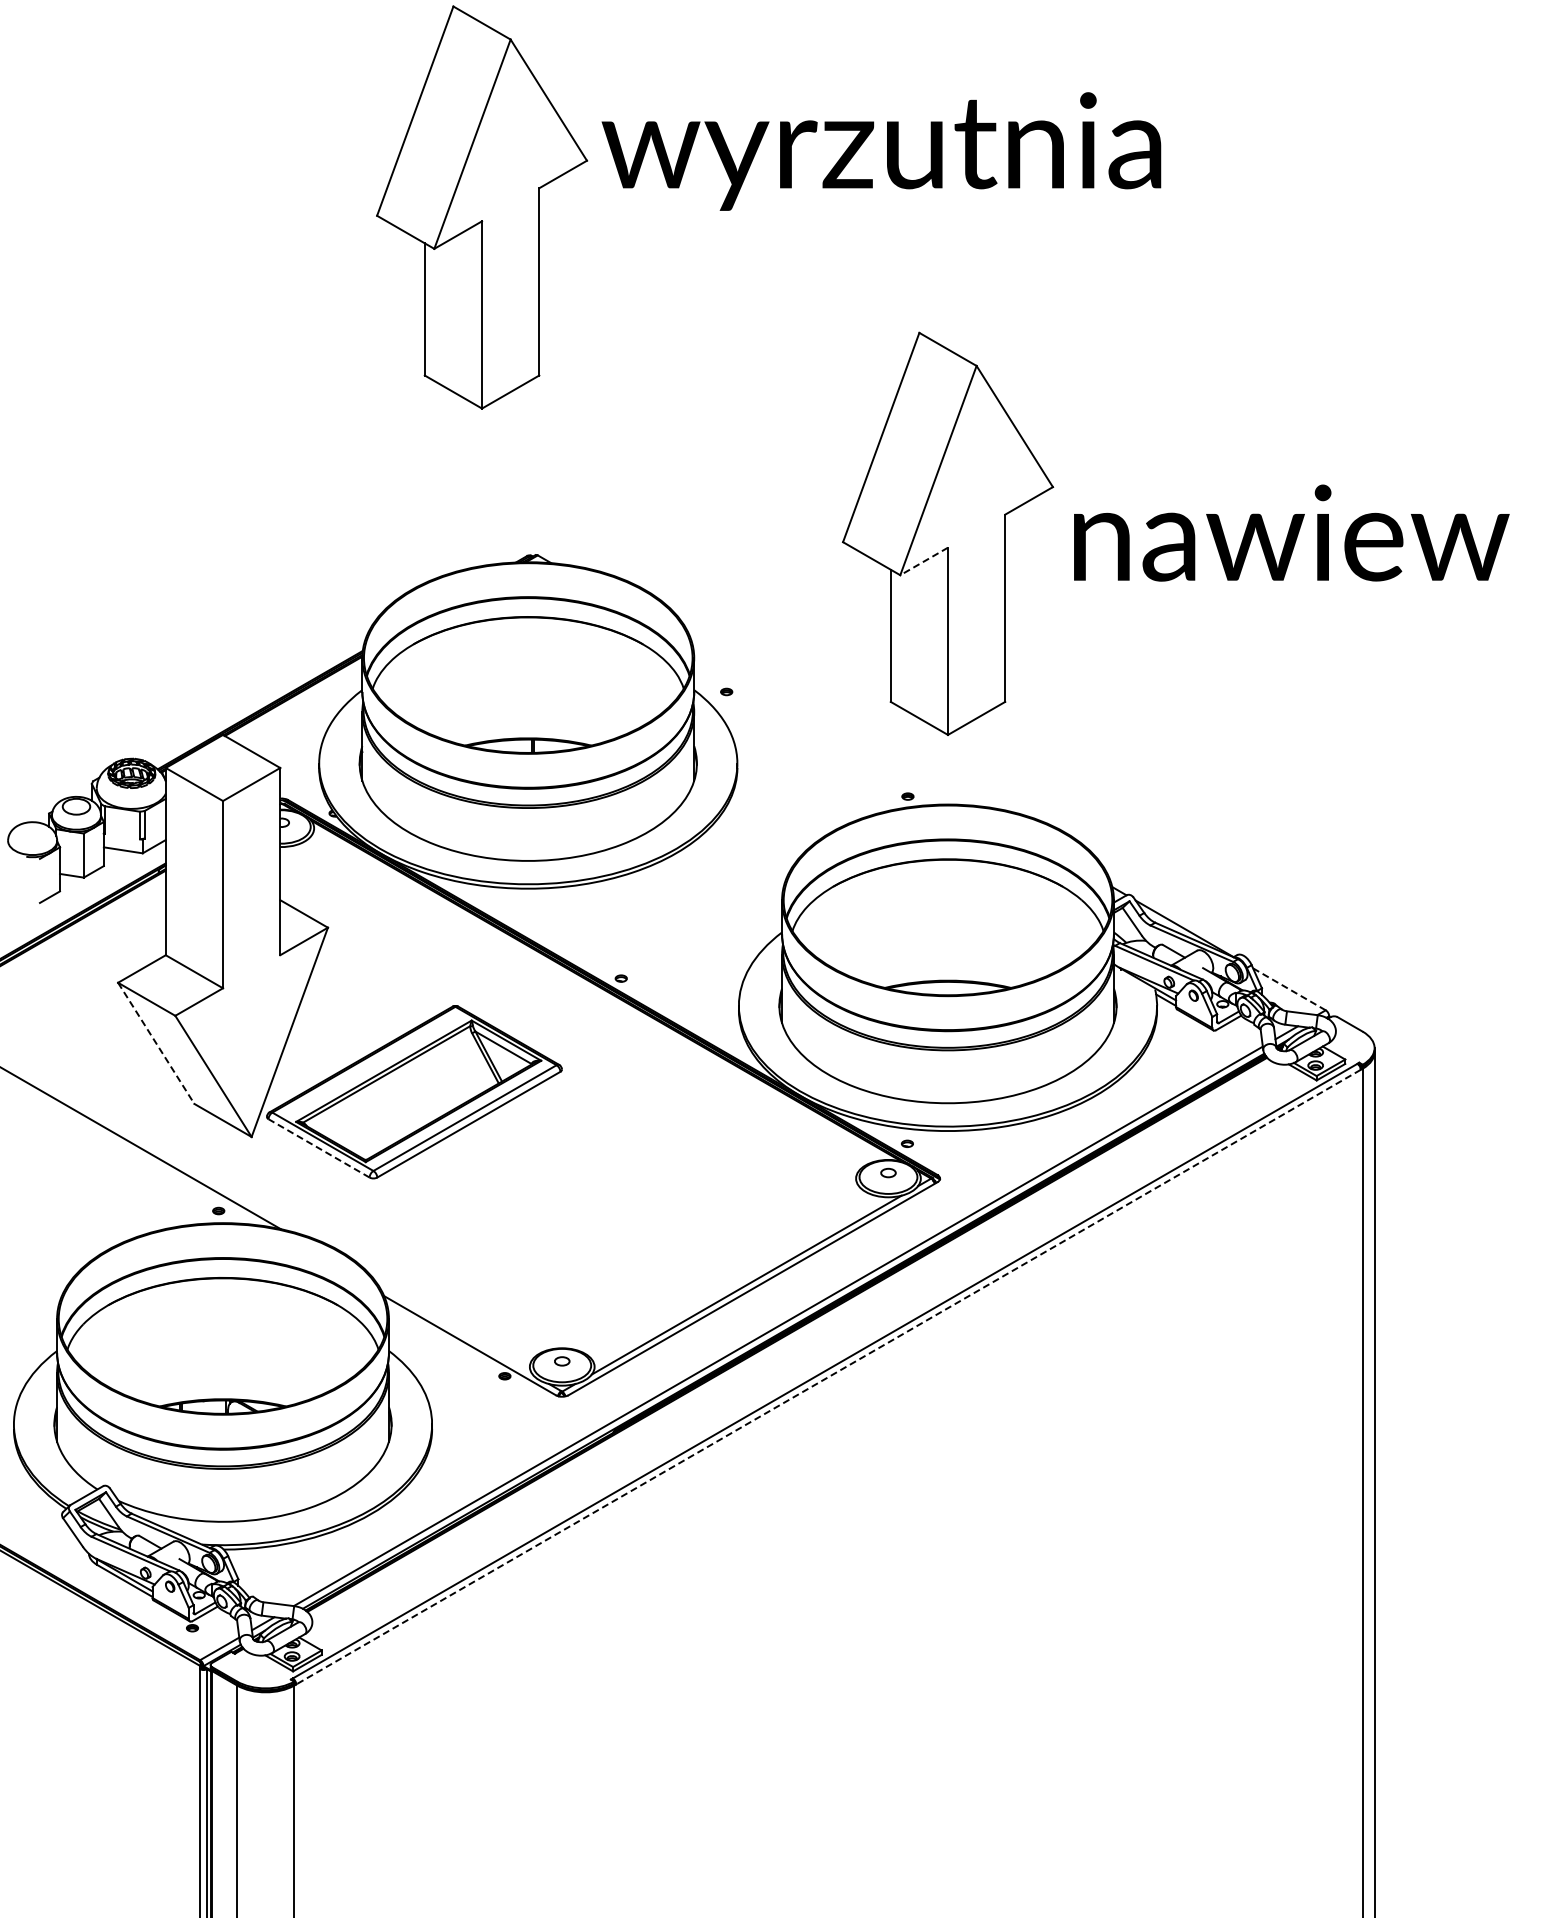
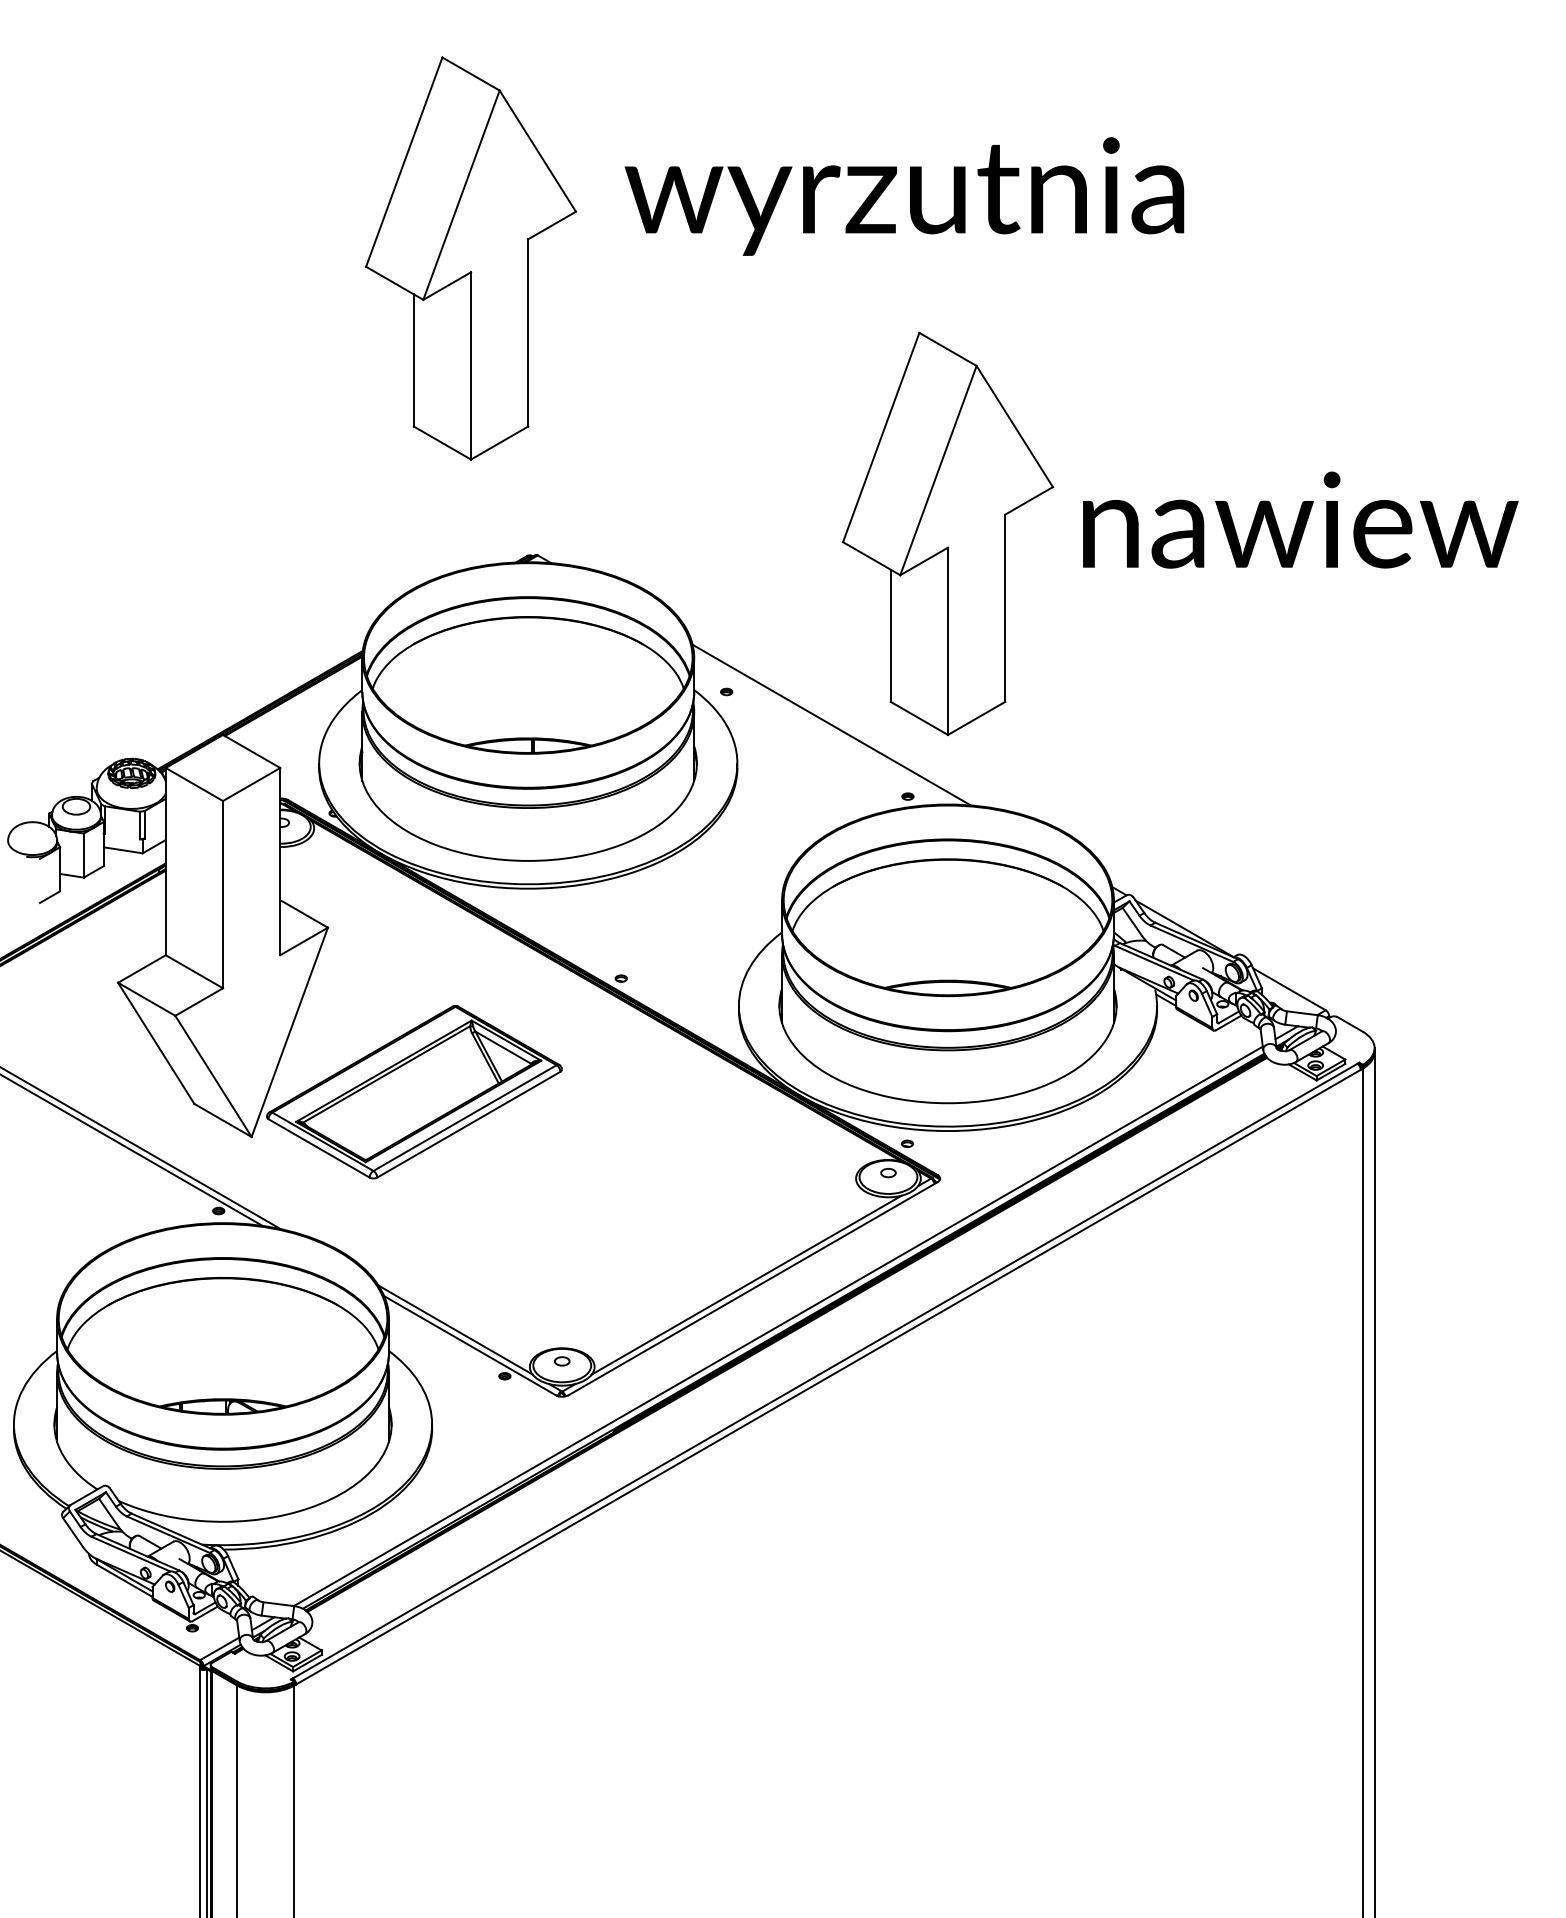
text at (881, 151) position: (881, 151) -> (904, 196)
part at (482, 207) position: (482, 207) -> (471, 258)
text at (1291, 532) position: (1291, 532) -> (1300, 519)
line at (924, 561): dashed -> solid
line at (831, 724): none -> present
line at (1289, 989): dashed -> solid
line at (156, 1043): dashed -> solid
line at (318, 1148): dashed -> solid
line at (132, 1150): none -> present
line at (455, 1329): none -> present
line at (828, 1377): dashed -> solid
